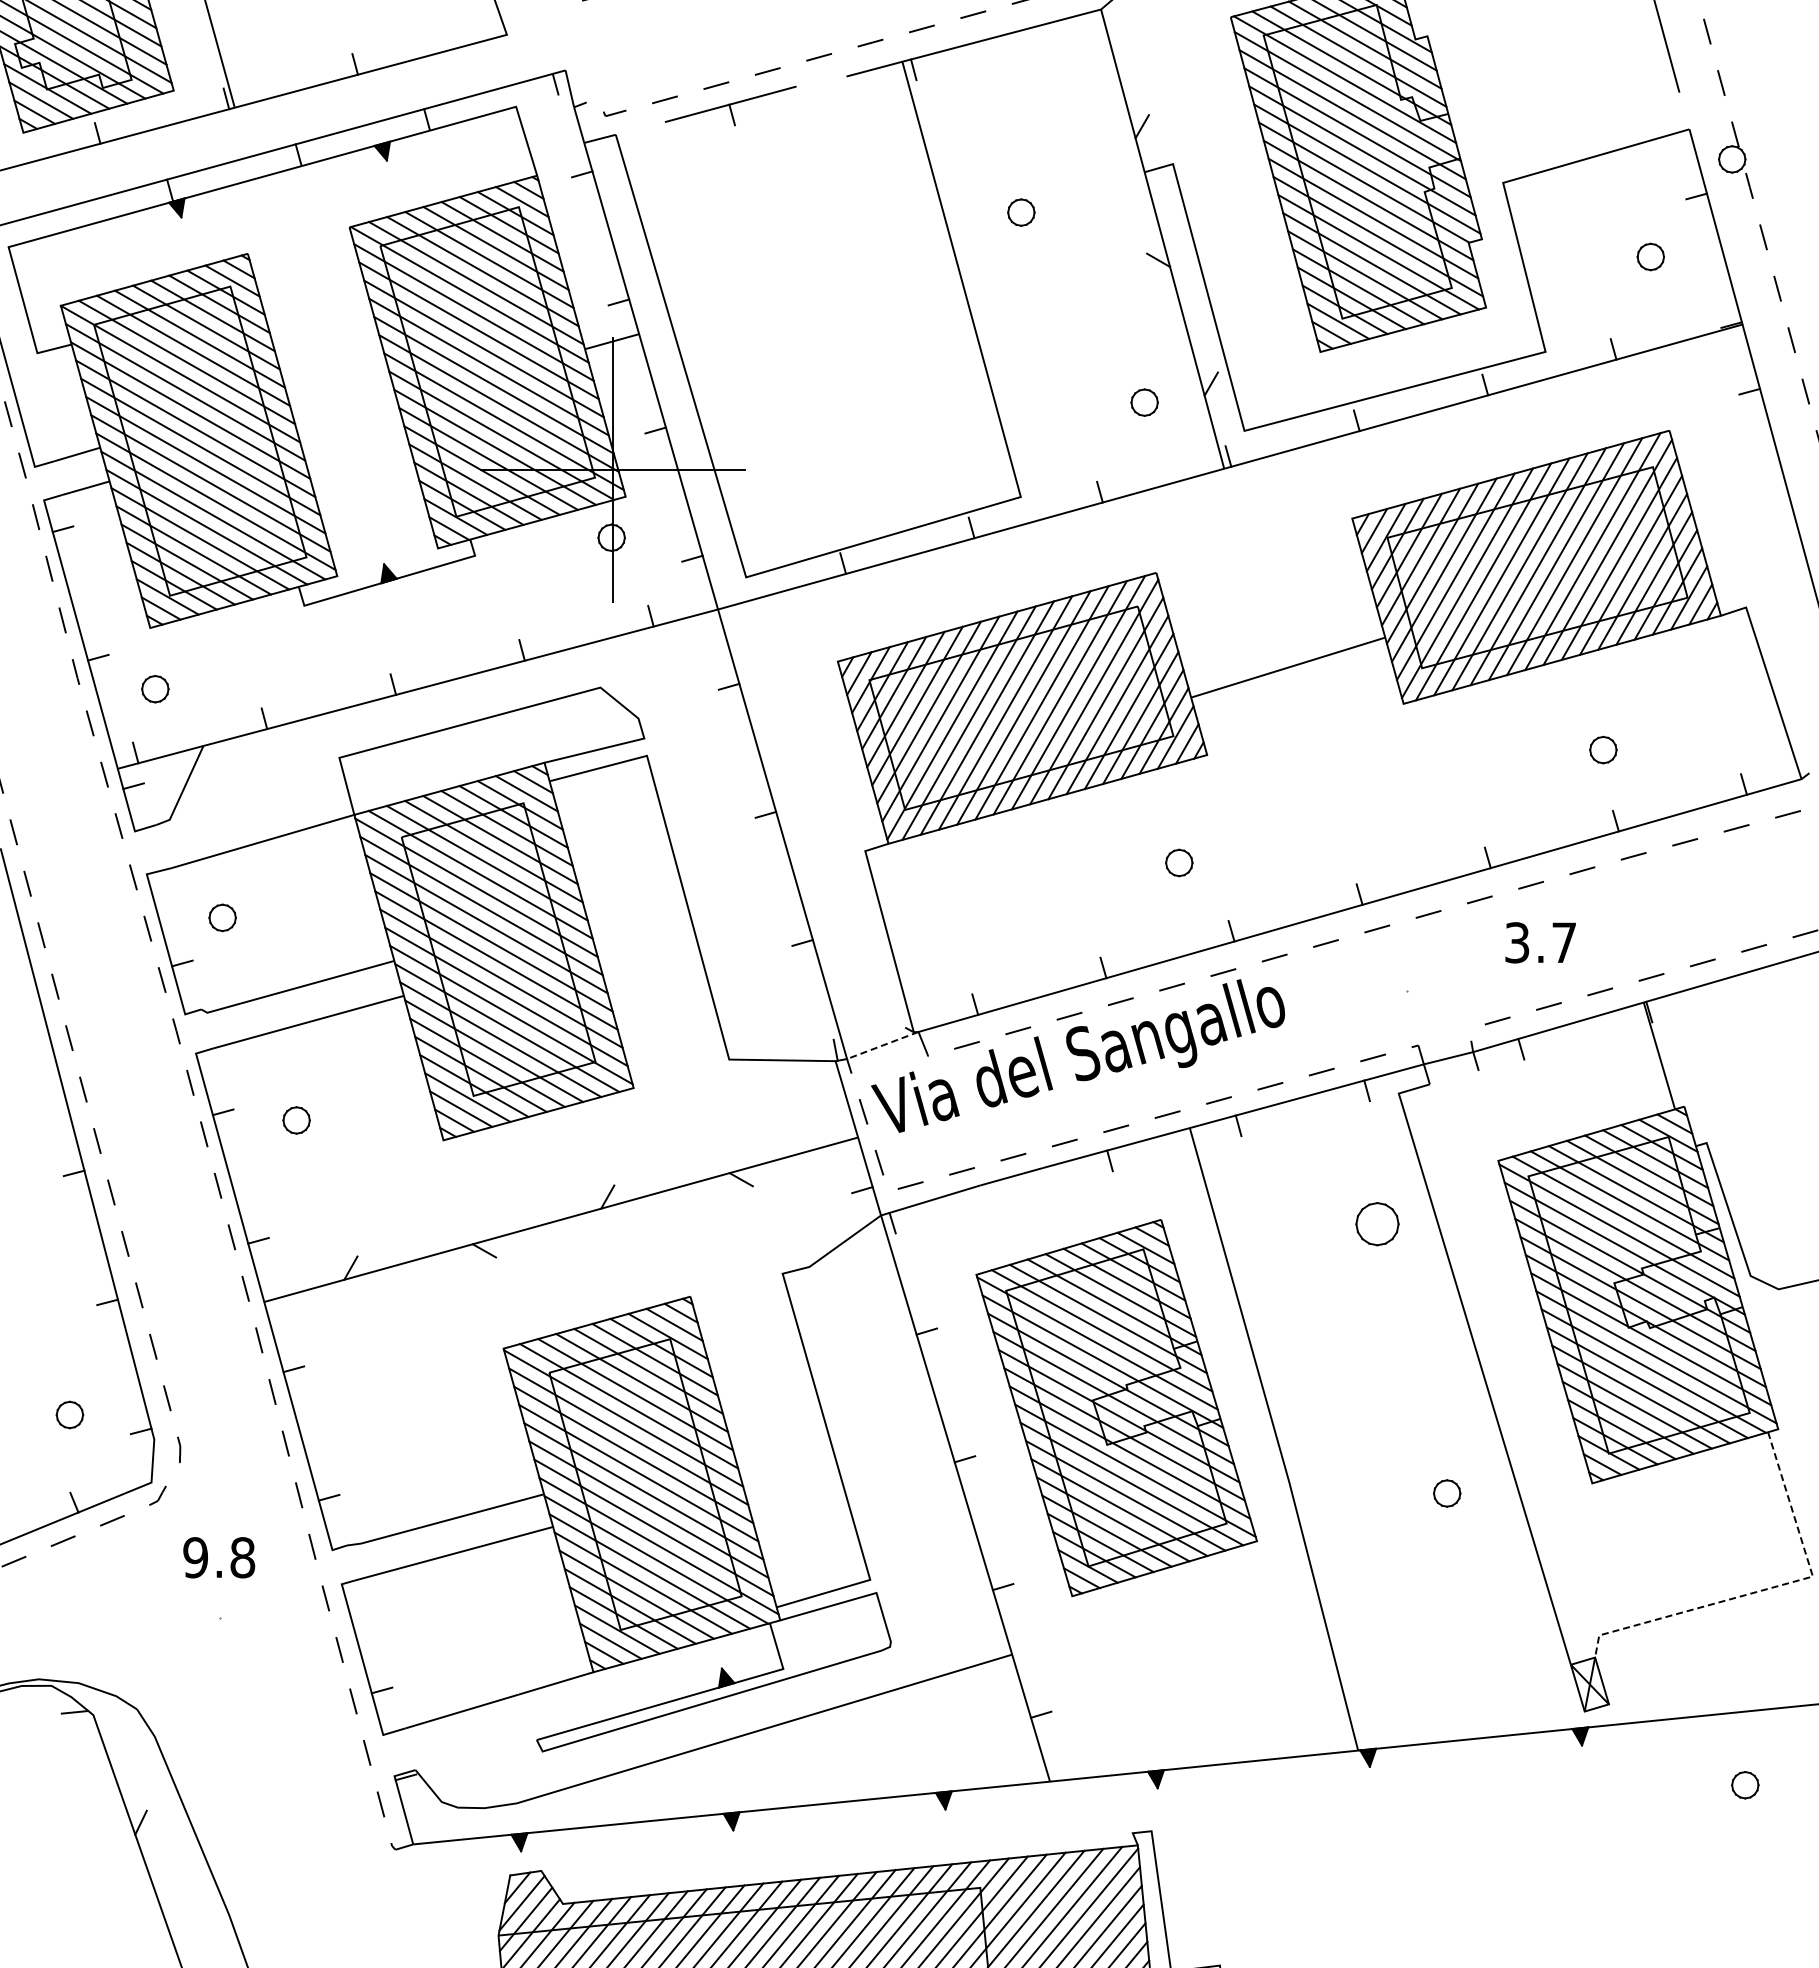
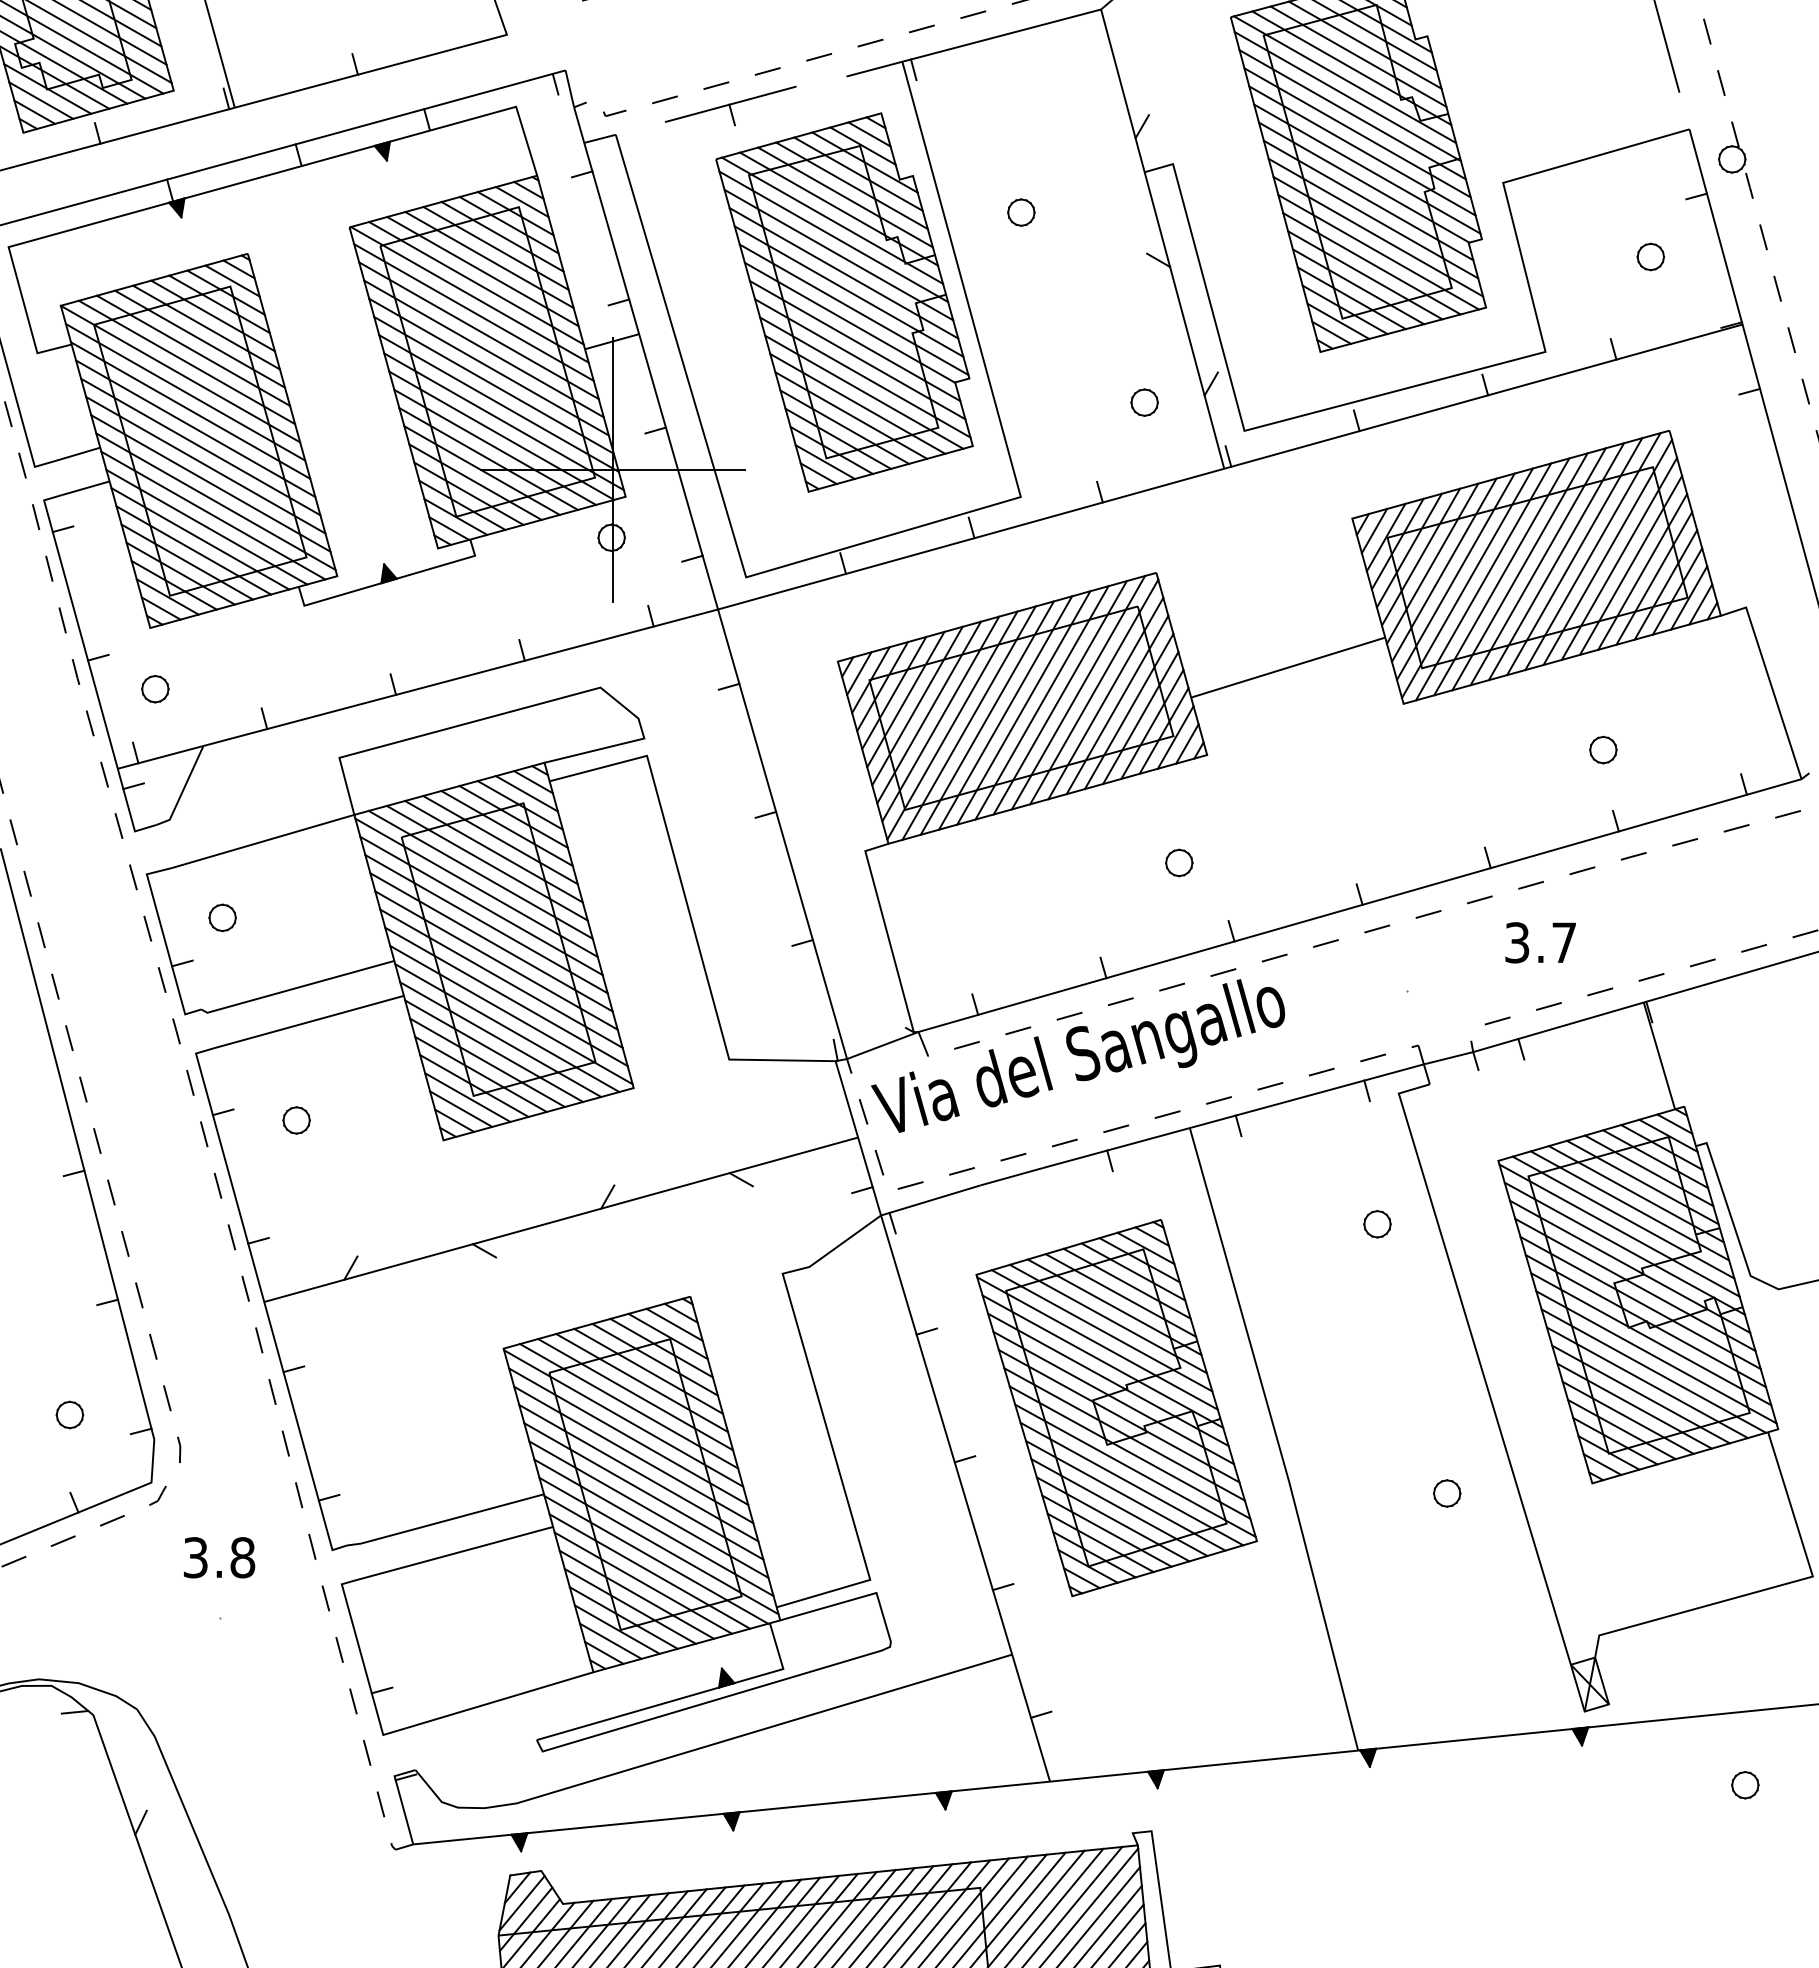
part at (844, 302): none -> present
line at (882, 1045): dashed -> solid
part at (1377, 1224) size: 45x45 px -> 29x29 px
text at (195, 1557): 9.8 -> 3.8
line at (1767, 1589): dashed -> solid
